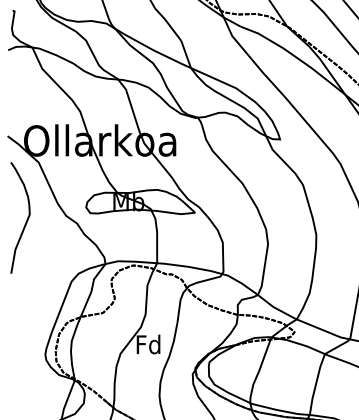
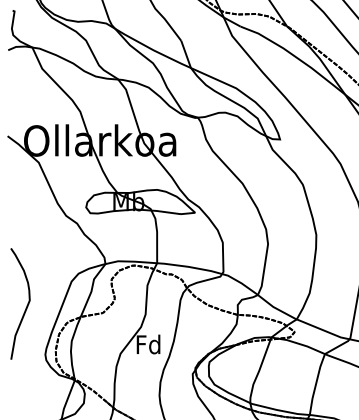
curve at (26, 219) position: (26, 219) -> (26, 305)
